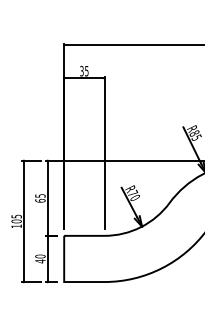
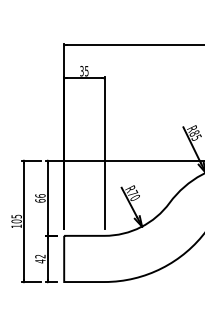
text at (40, 195): 65 -> 66
text at (40, 256): 40 -> 42
